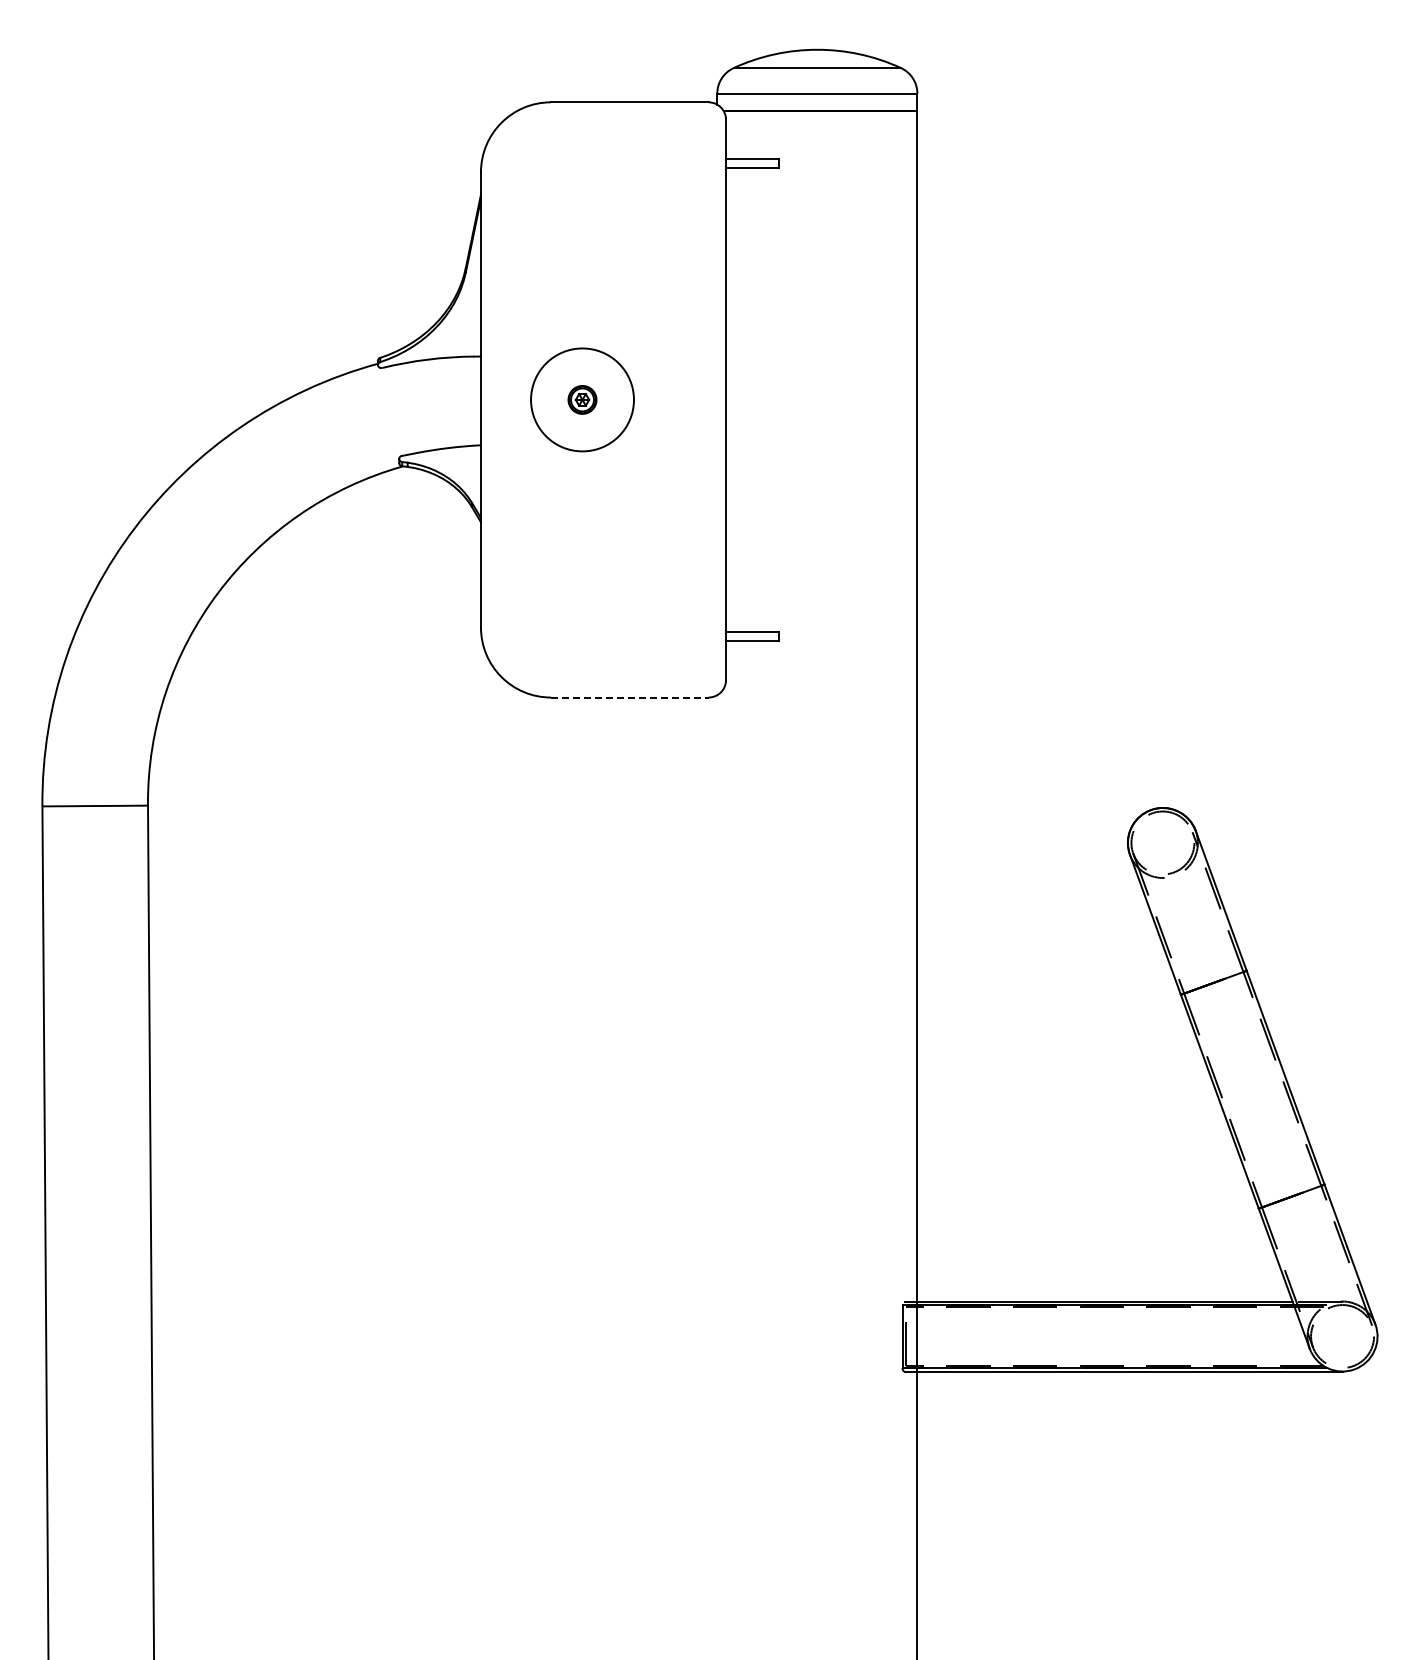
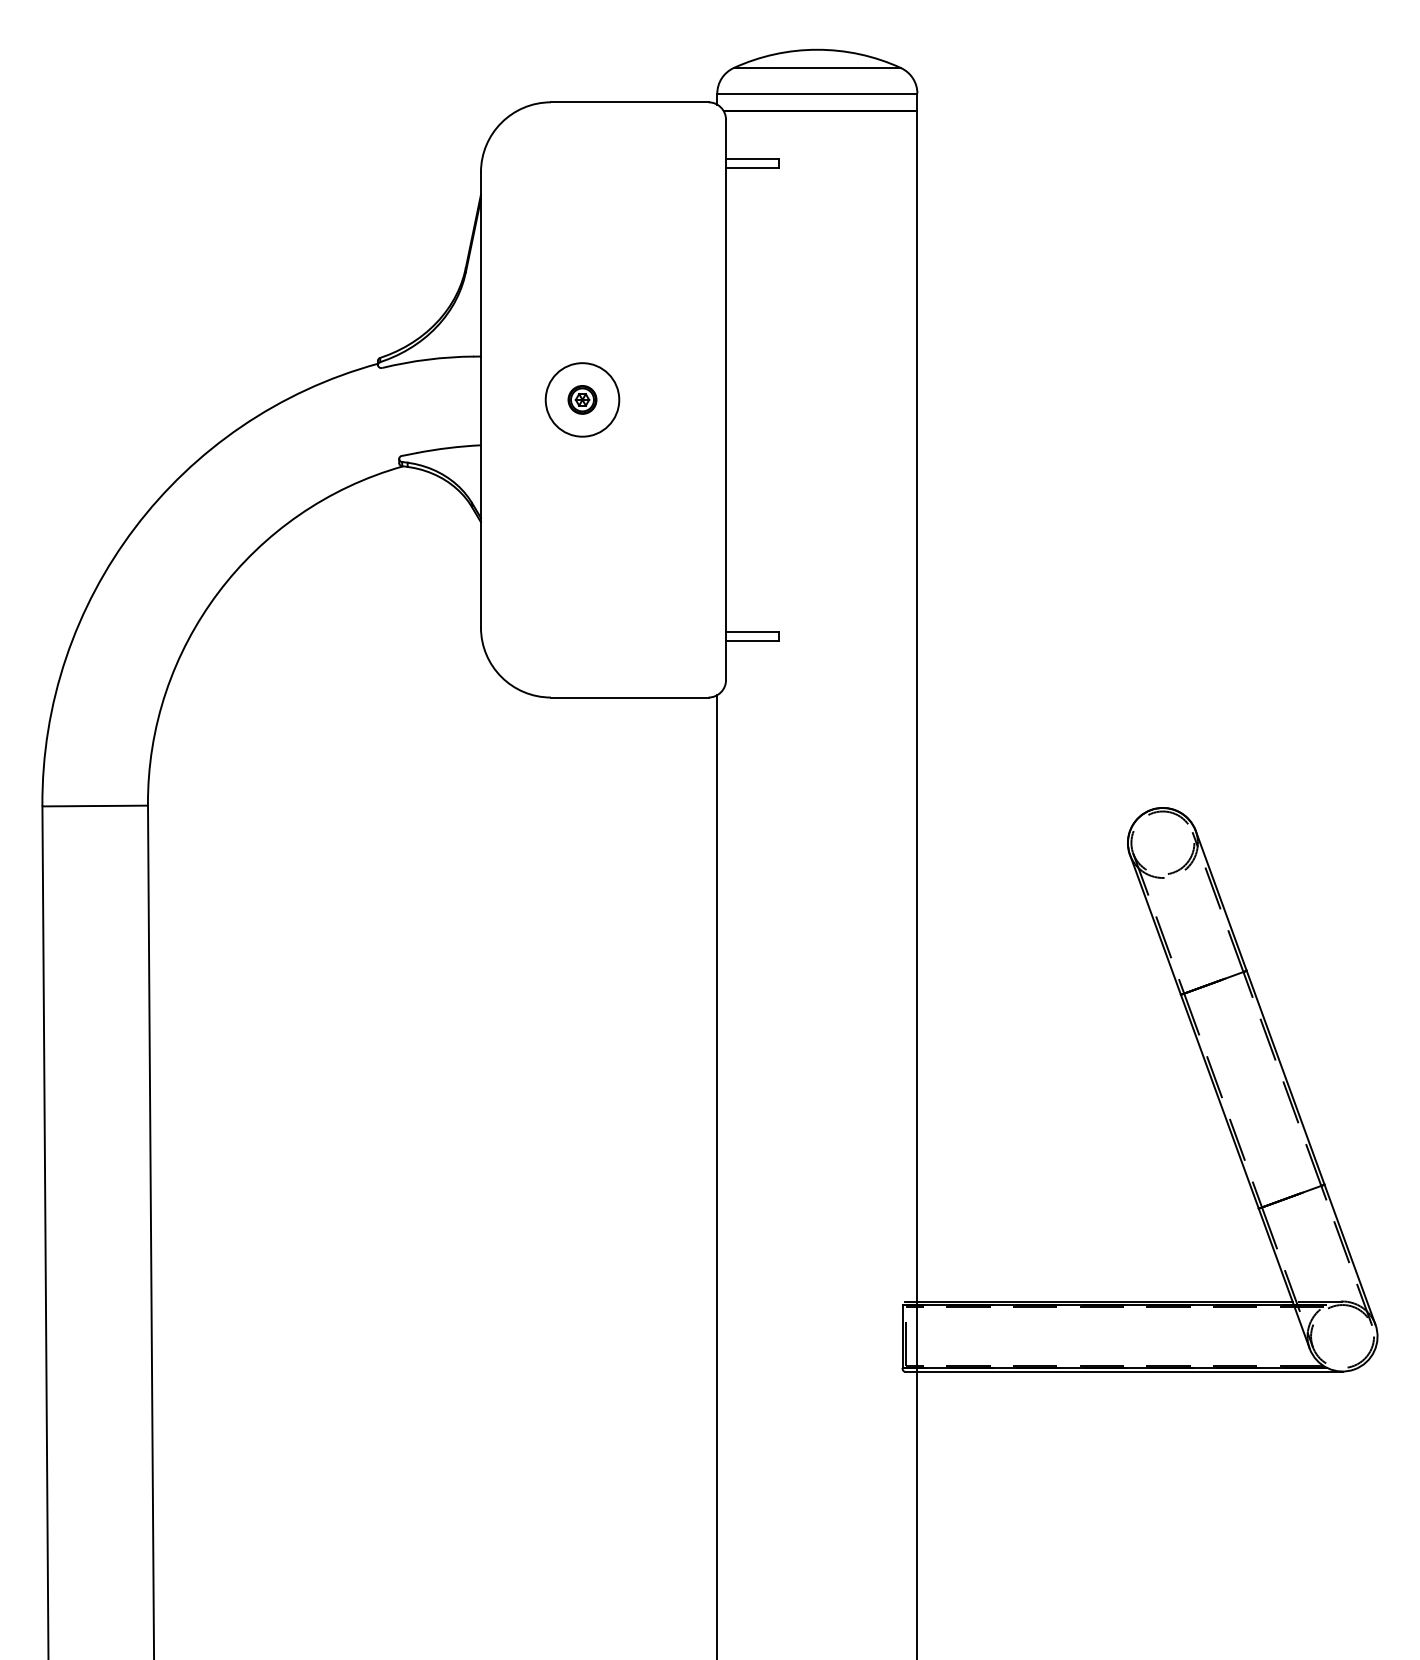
circle at (582, 399) diameter: 103 px -> 74 px
line at (629, 697): dashed -> solid
line at (717, 1175): none -> present
